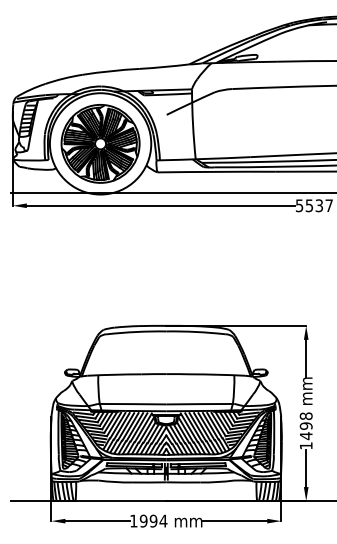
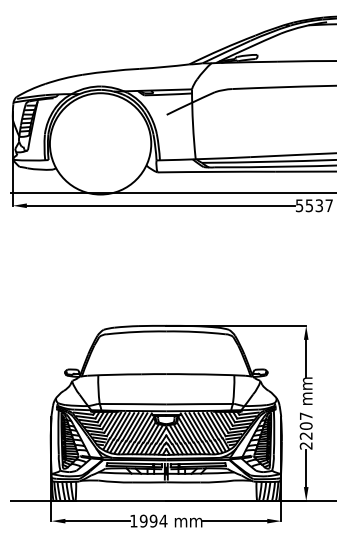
part at (100, 143): present -> none
text at (305, 430): 1498 -> 2207
